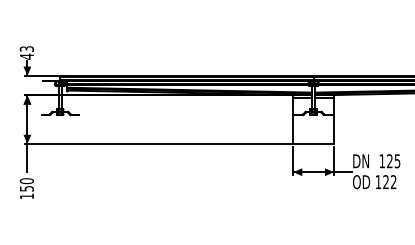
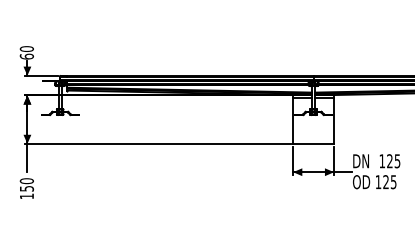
text at (26, 52): 43 -> 60
text at (393, 182): 122 -> 125
